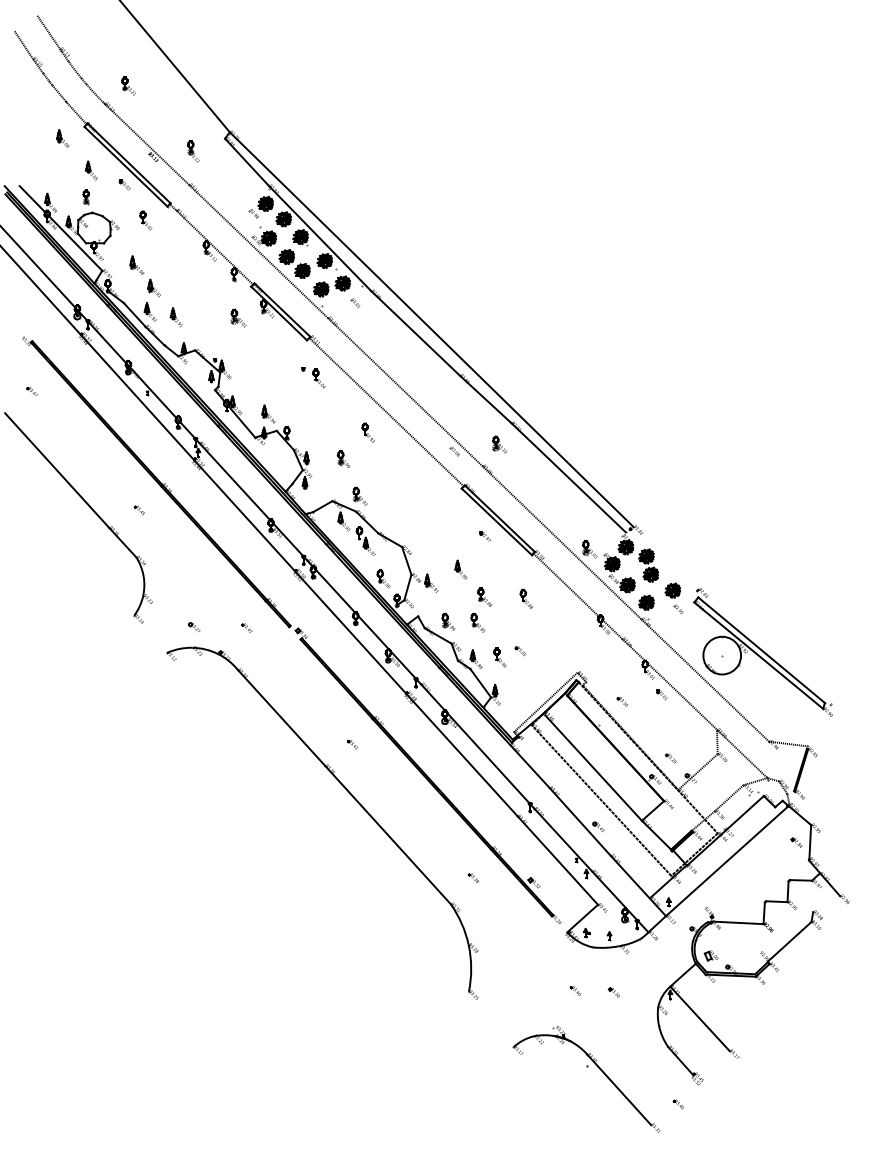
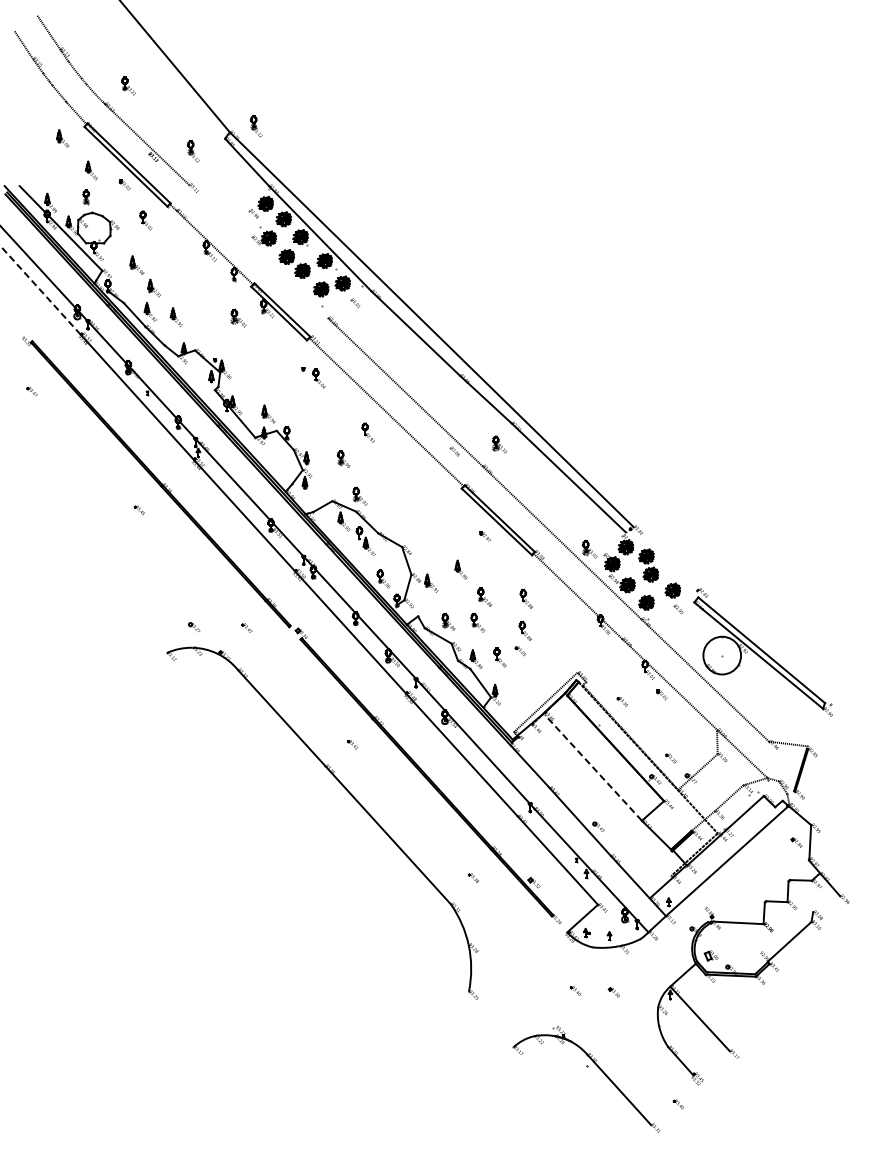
part at (255, 126): none -> present
line at (258, 251): present -> none
line at (40, 290): solid -> dashed
part at (88, 506): present -> none
part at (524, 630): none -> present
line at (593, 768): solid -> dashed
line at (601, 800): present -> none
